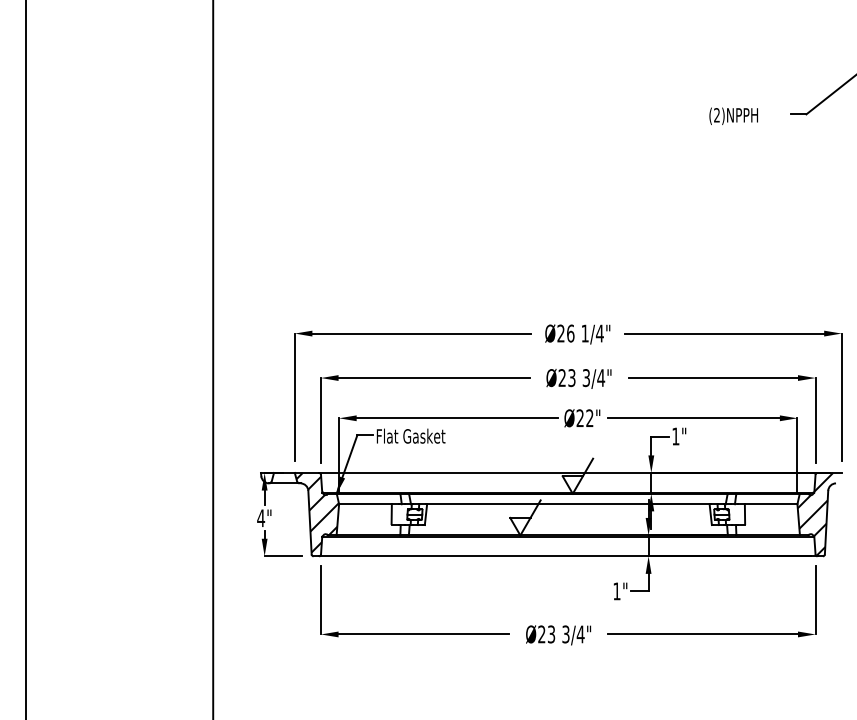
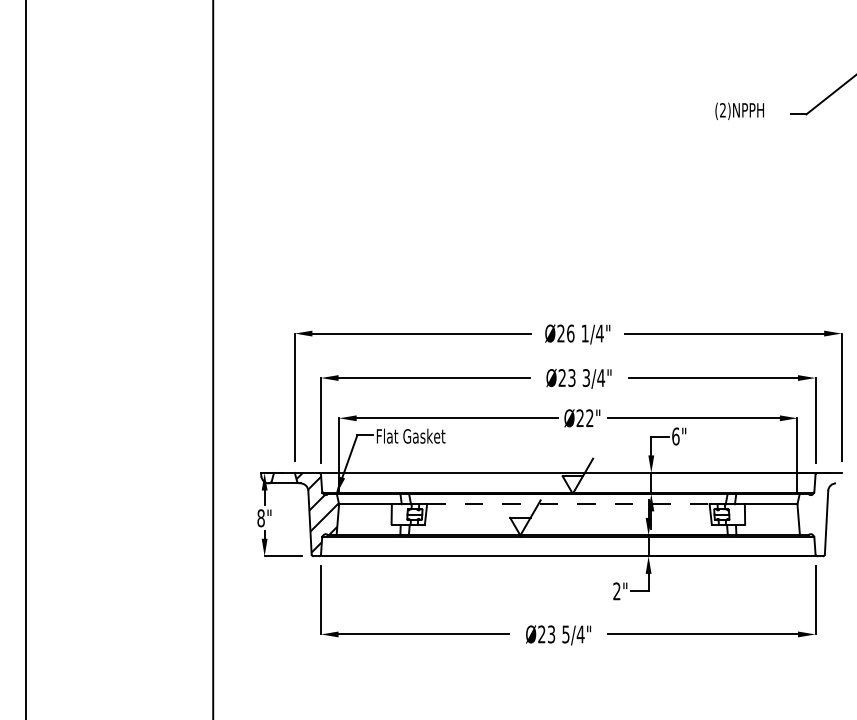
text at (733, 115) position: (733, 115) -> (739, 110)
text at (675, 436): 1" -> 6"
line at (568, 504): solid -> dashed
hatch at (815, 513): present -> none
text at (261, 518): 4" -> 8"
text at (616, 591): 1" -> 2"
text at (565, 633): 3/4" -> 5/4"
